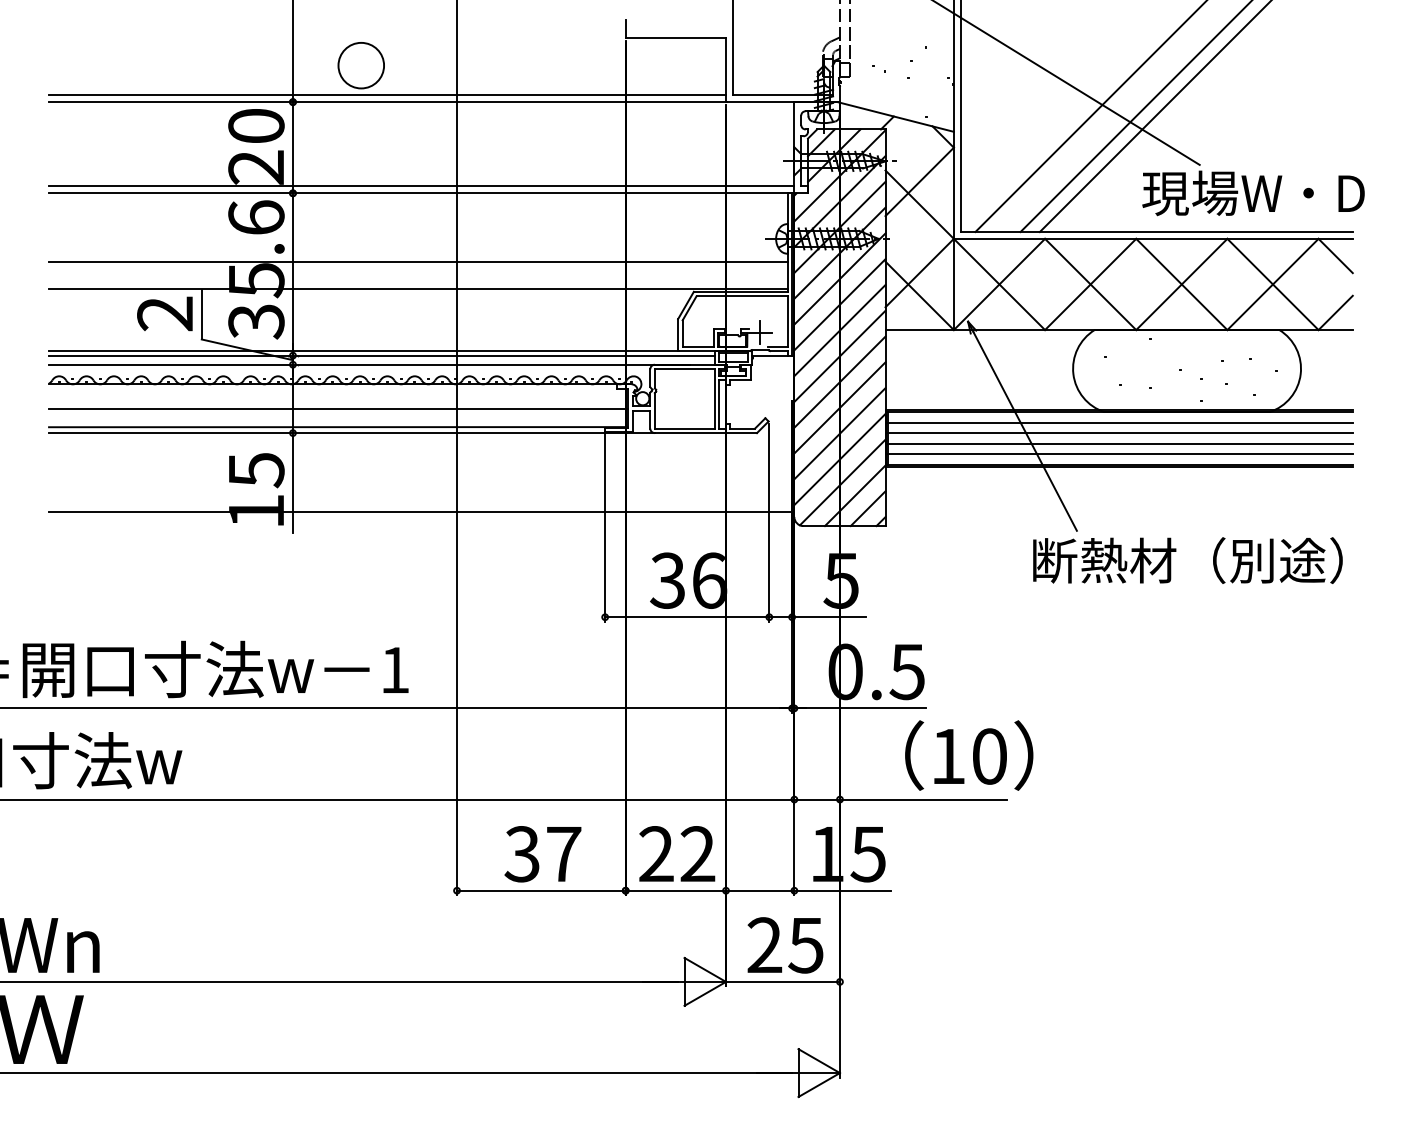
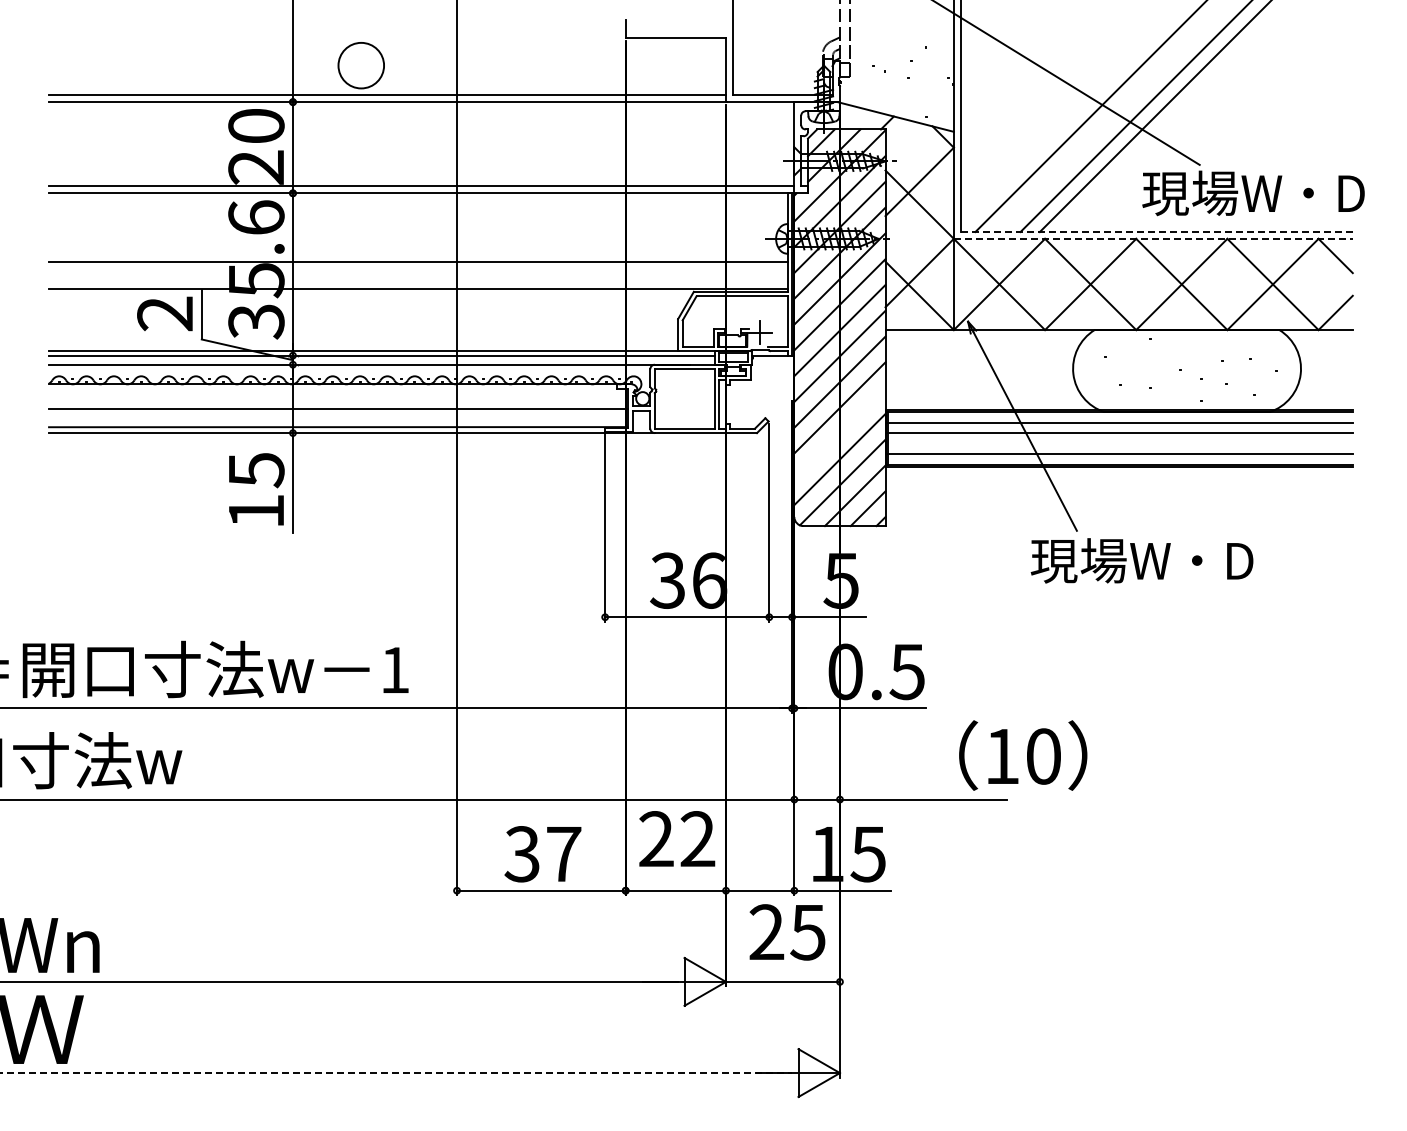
line at (1156, 232): solid -> dashed
line at (1153, 238): solid -> dashed
line at (839, 433): present -> none
line at (1119, 443): present -> none
line at (421, 512): present -> none
text at (1186, 560): 断熱材（別途） -> 現場W・D
text at (969, 755) position: (969, 755) -> (1023, 755)
text at (677, 853) position: (677, 853) -> (677, 838)
text at (785, 945) position: (785, 945) -> (787, 932)
line at (396, 1073): solid -> dashed
